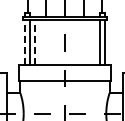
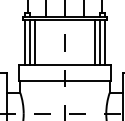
line at (25, 42): dashed -> solid
line at (35, 42): dashed -> solid
line at (94, 42): none -> present
